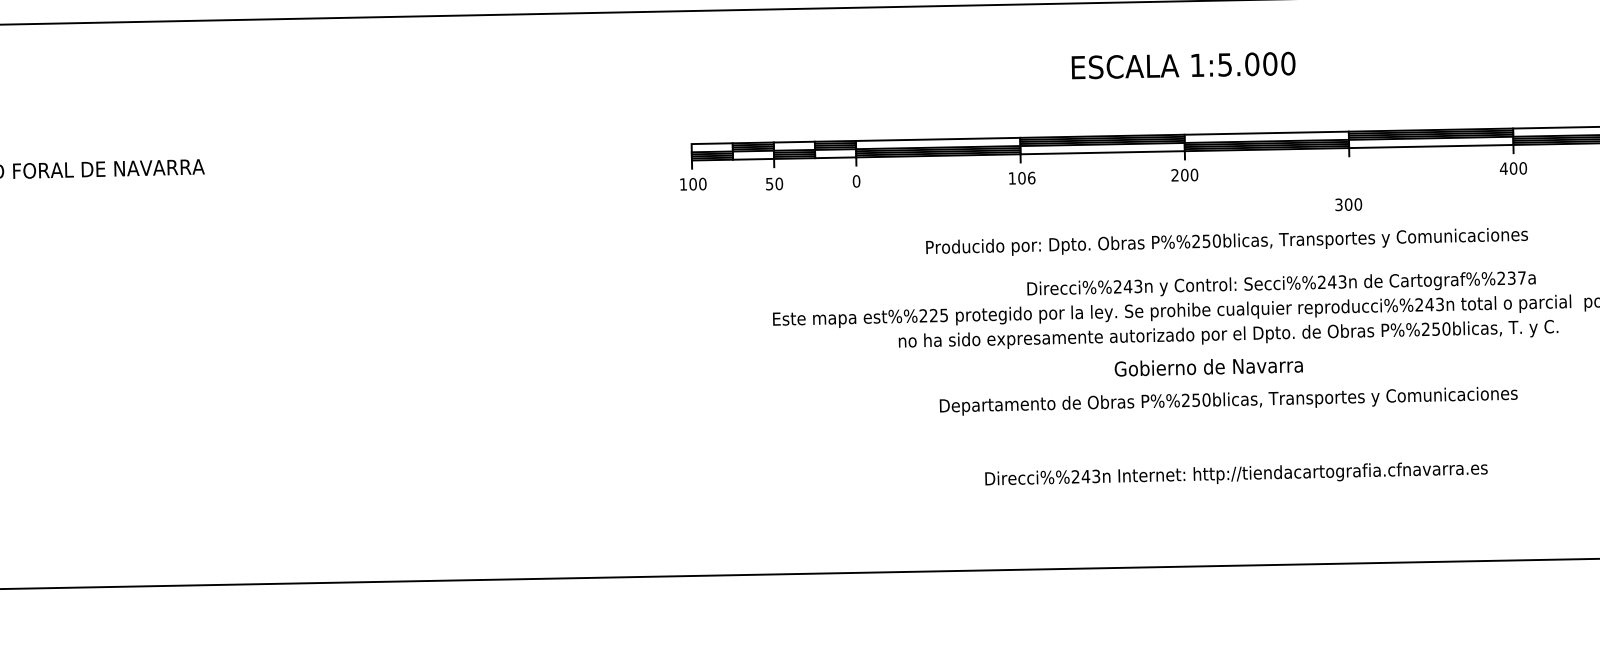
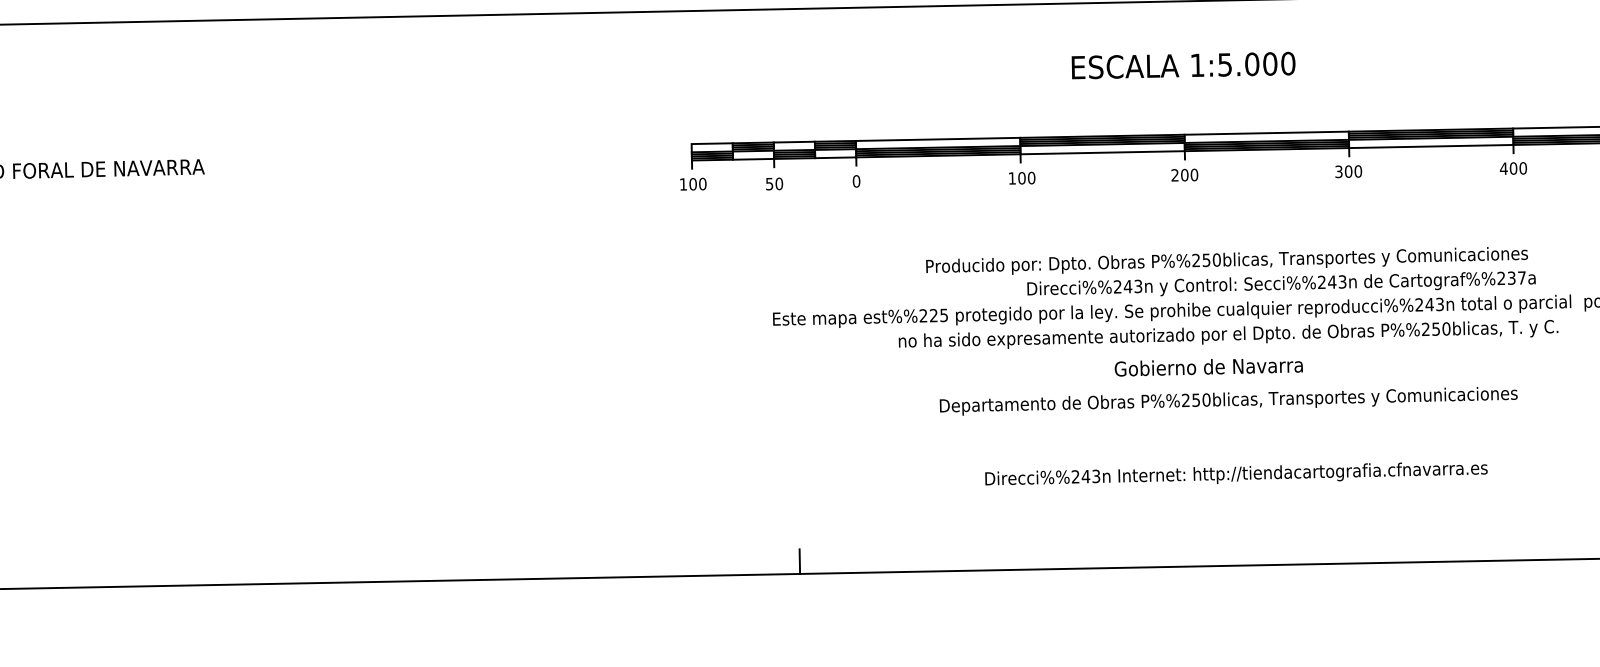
text at (1031, 177): 106 -> 100
text at (1348, 204) position: (1348, 204) -> (1348, 171)
text at (1226, 241) position: (1226, 241) -> (1226, 260)
line at (799, 561): none -> present
